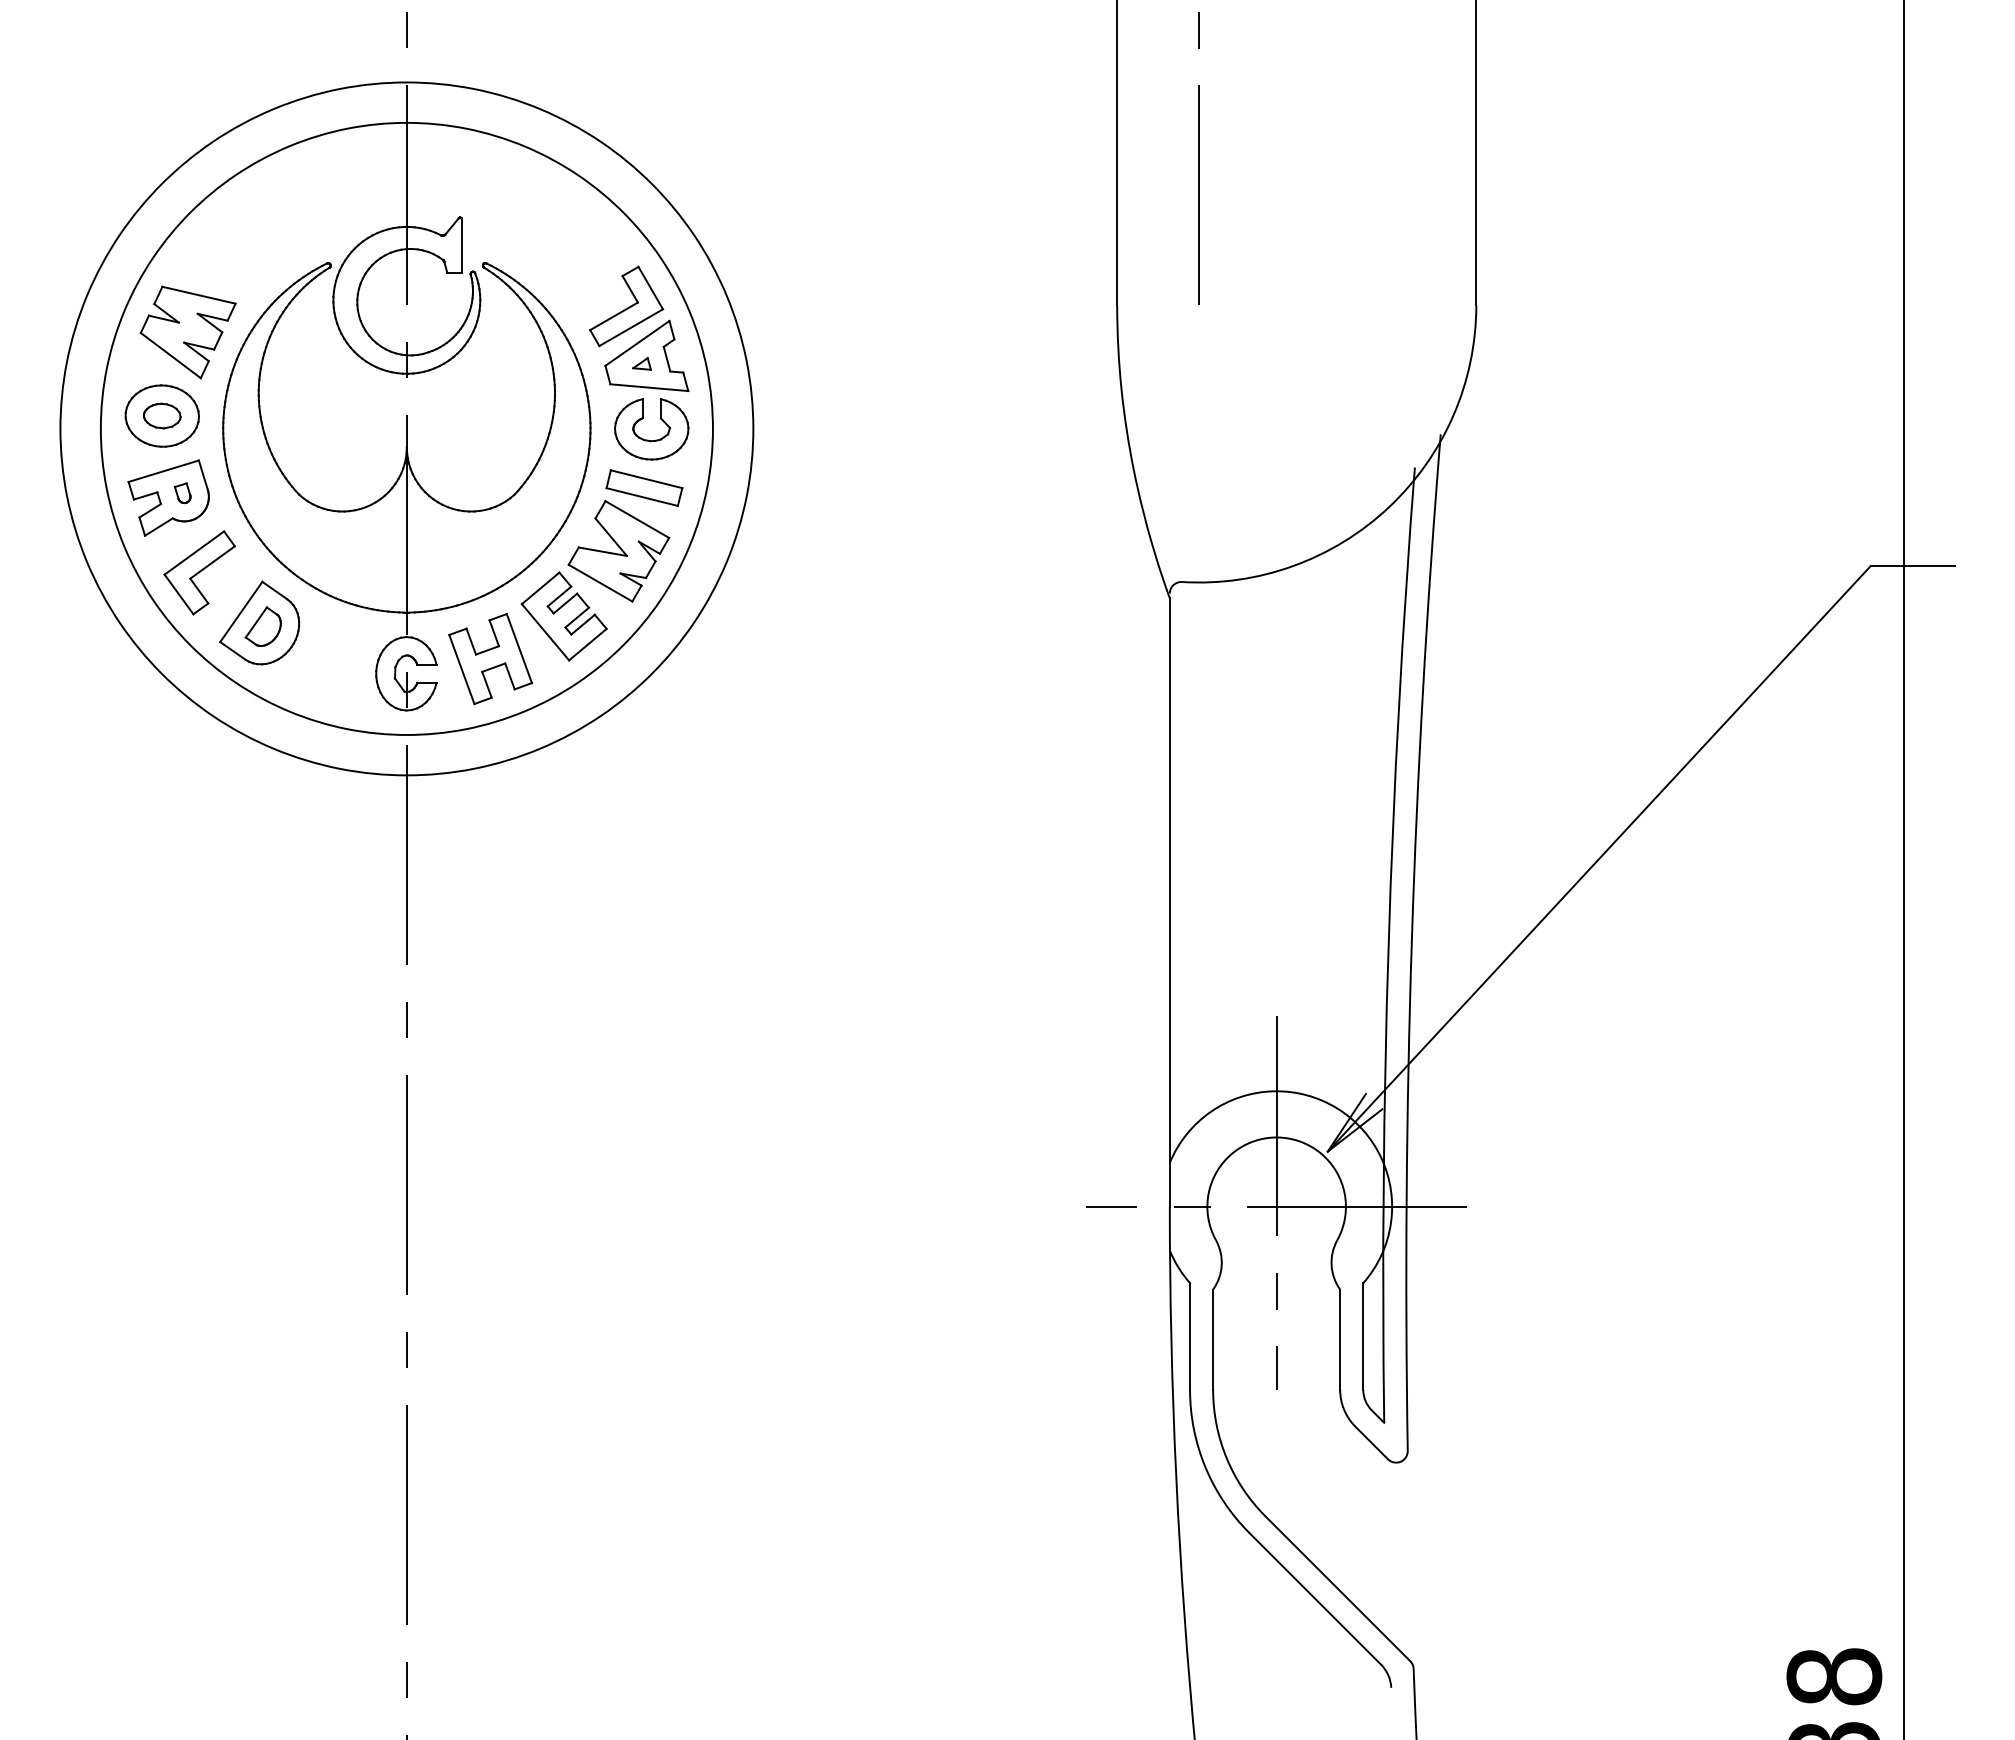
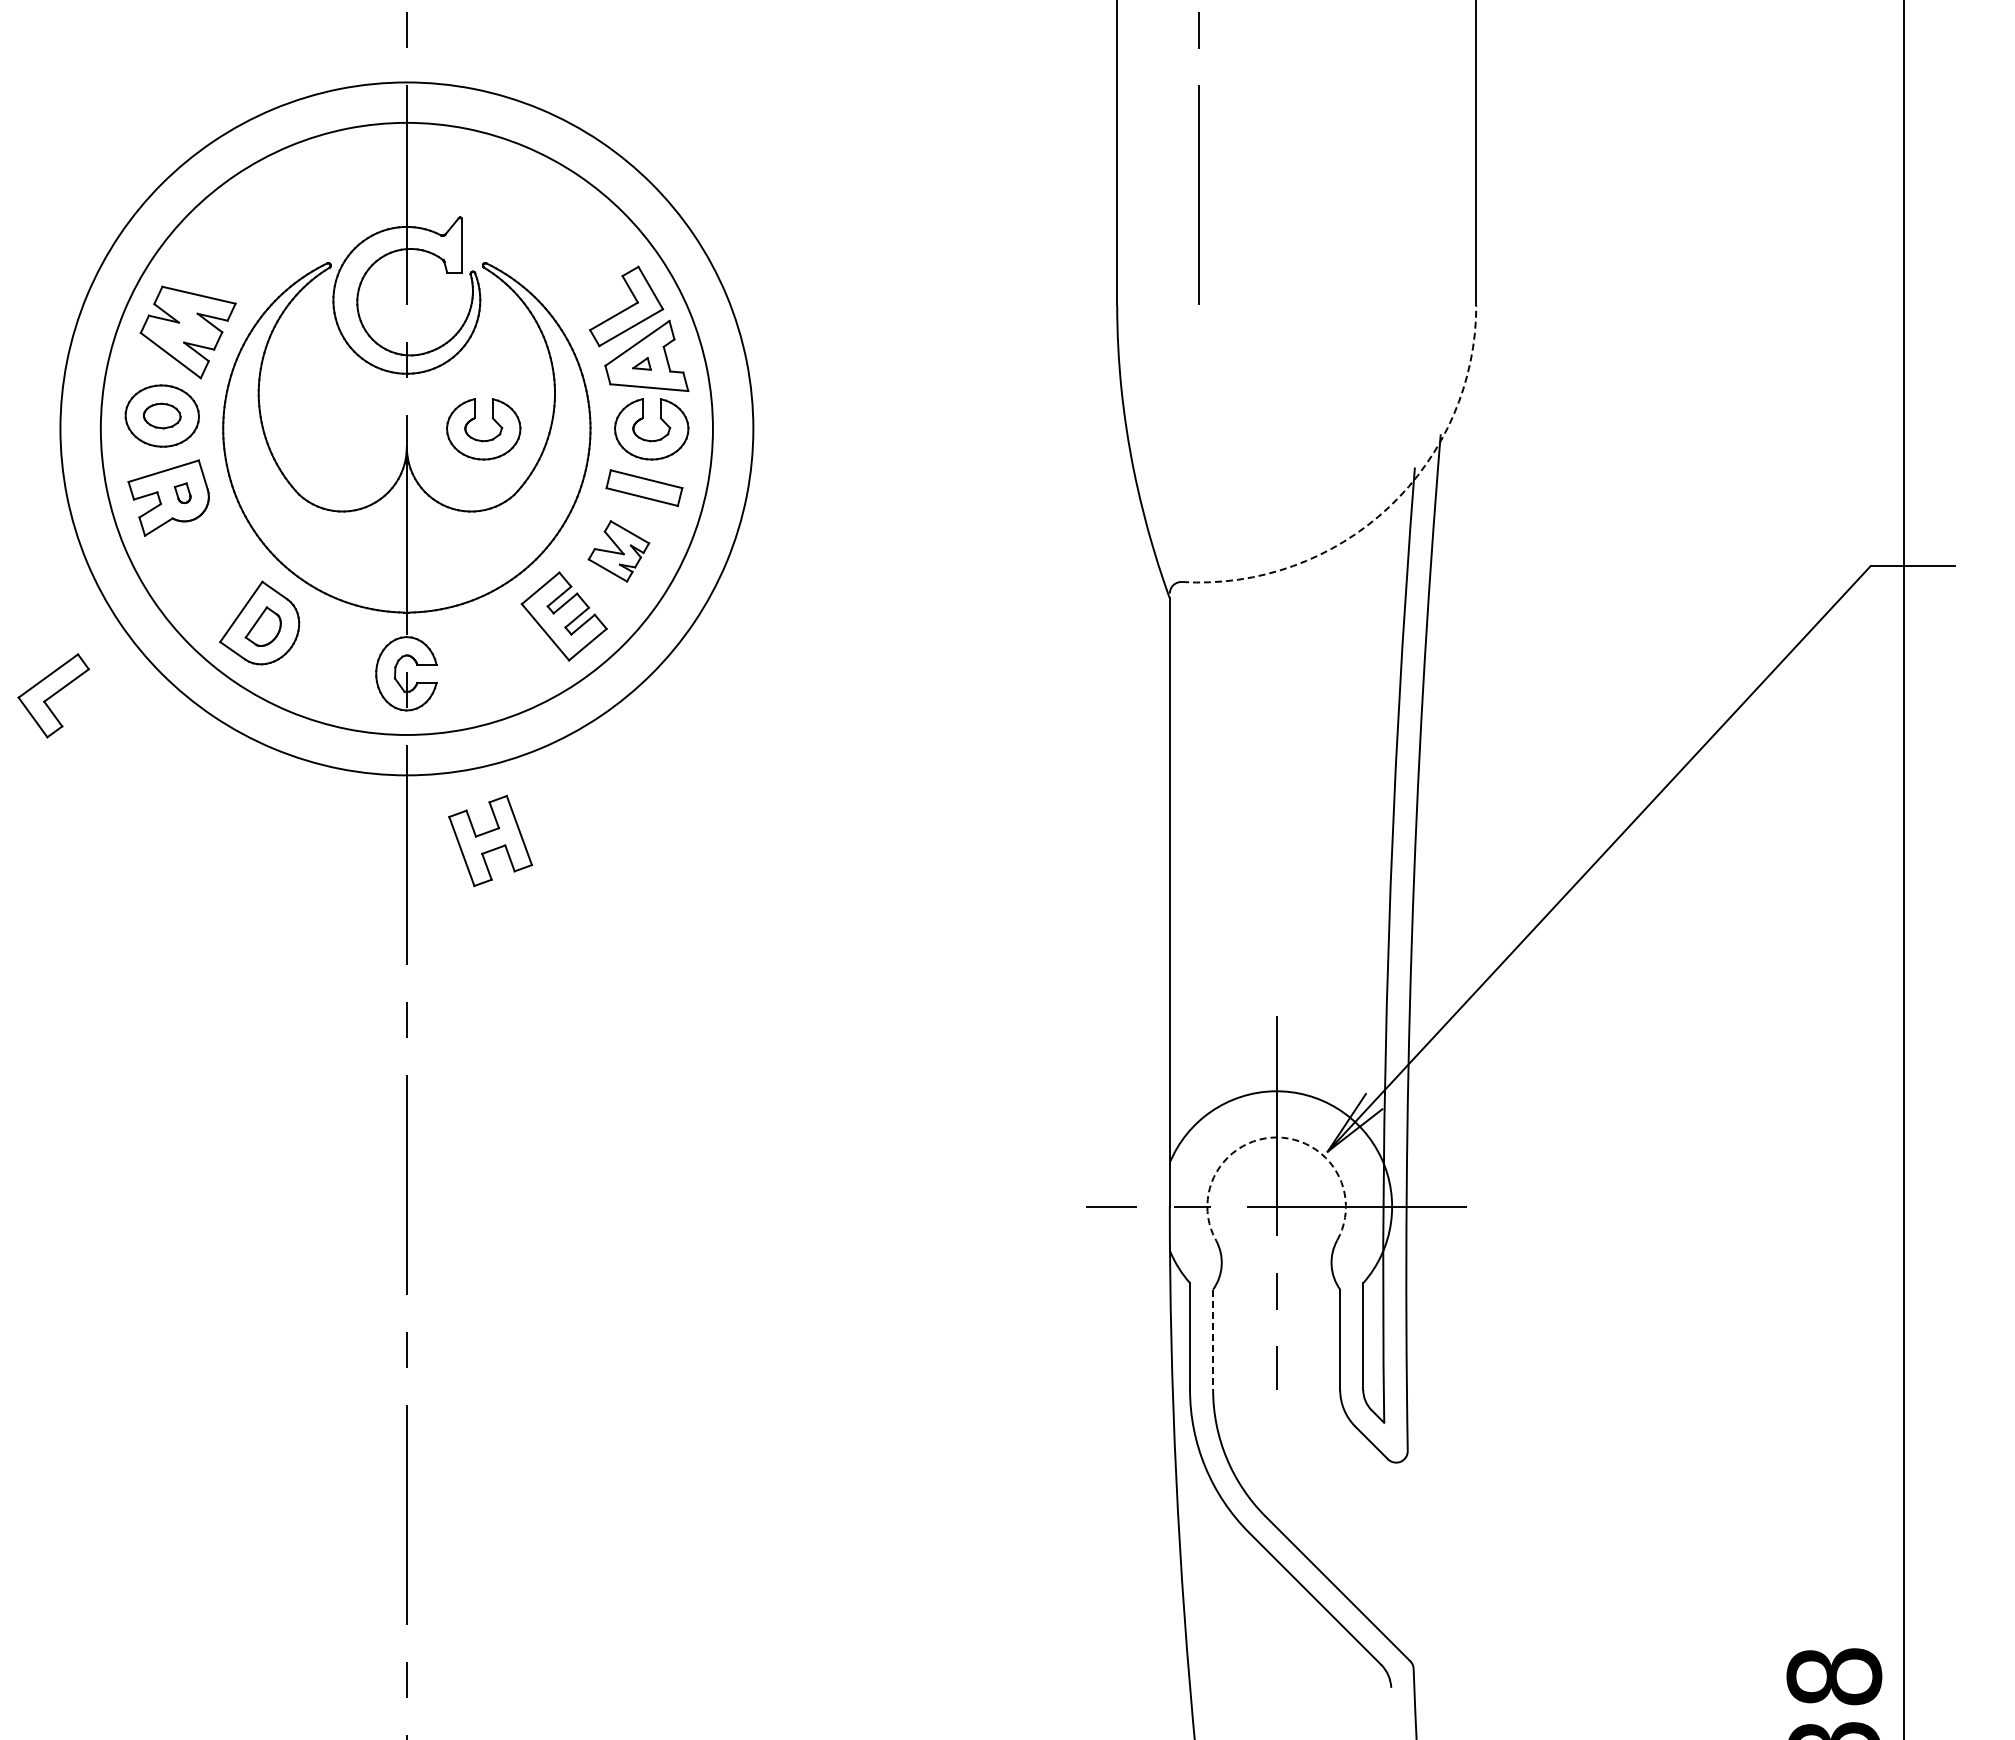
part at (480, 439): none -> present
arc at (1389, 507): solid -> dashed
part at (618, 551) size: 104x103 px -> 64x63 px
part at (199, 572) position: (199, 572) -> (53, 695)
part at (490, 658) position: (490, 658) -> (490, 840)
arc at (1276, 1137): solid -> dashed
line at (1213, 1340): solid -> dashed
